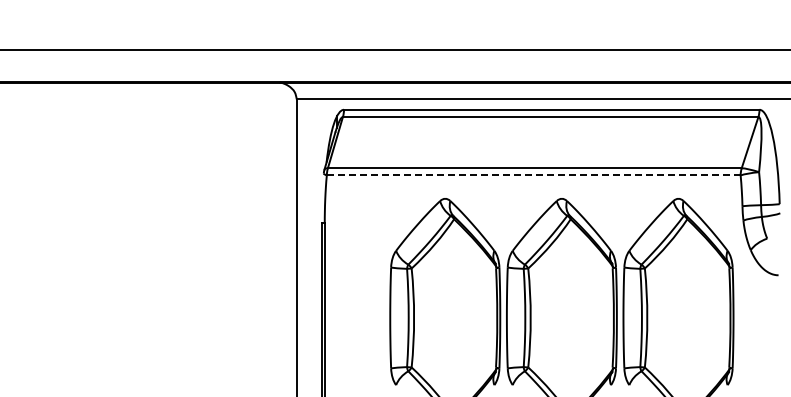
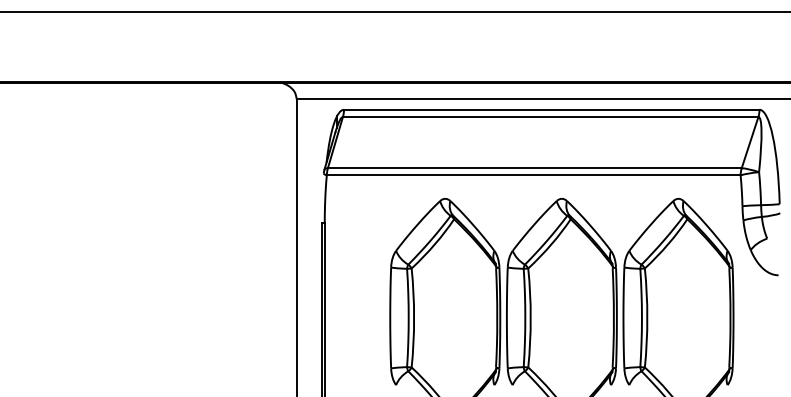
line at (394, 49) position: (394, 49) -> (394, 11)
line at (533, 175): dashed -> solid
